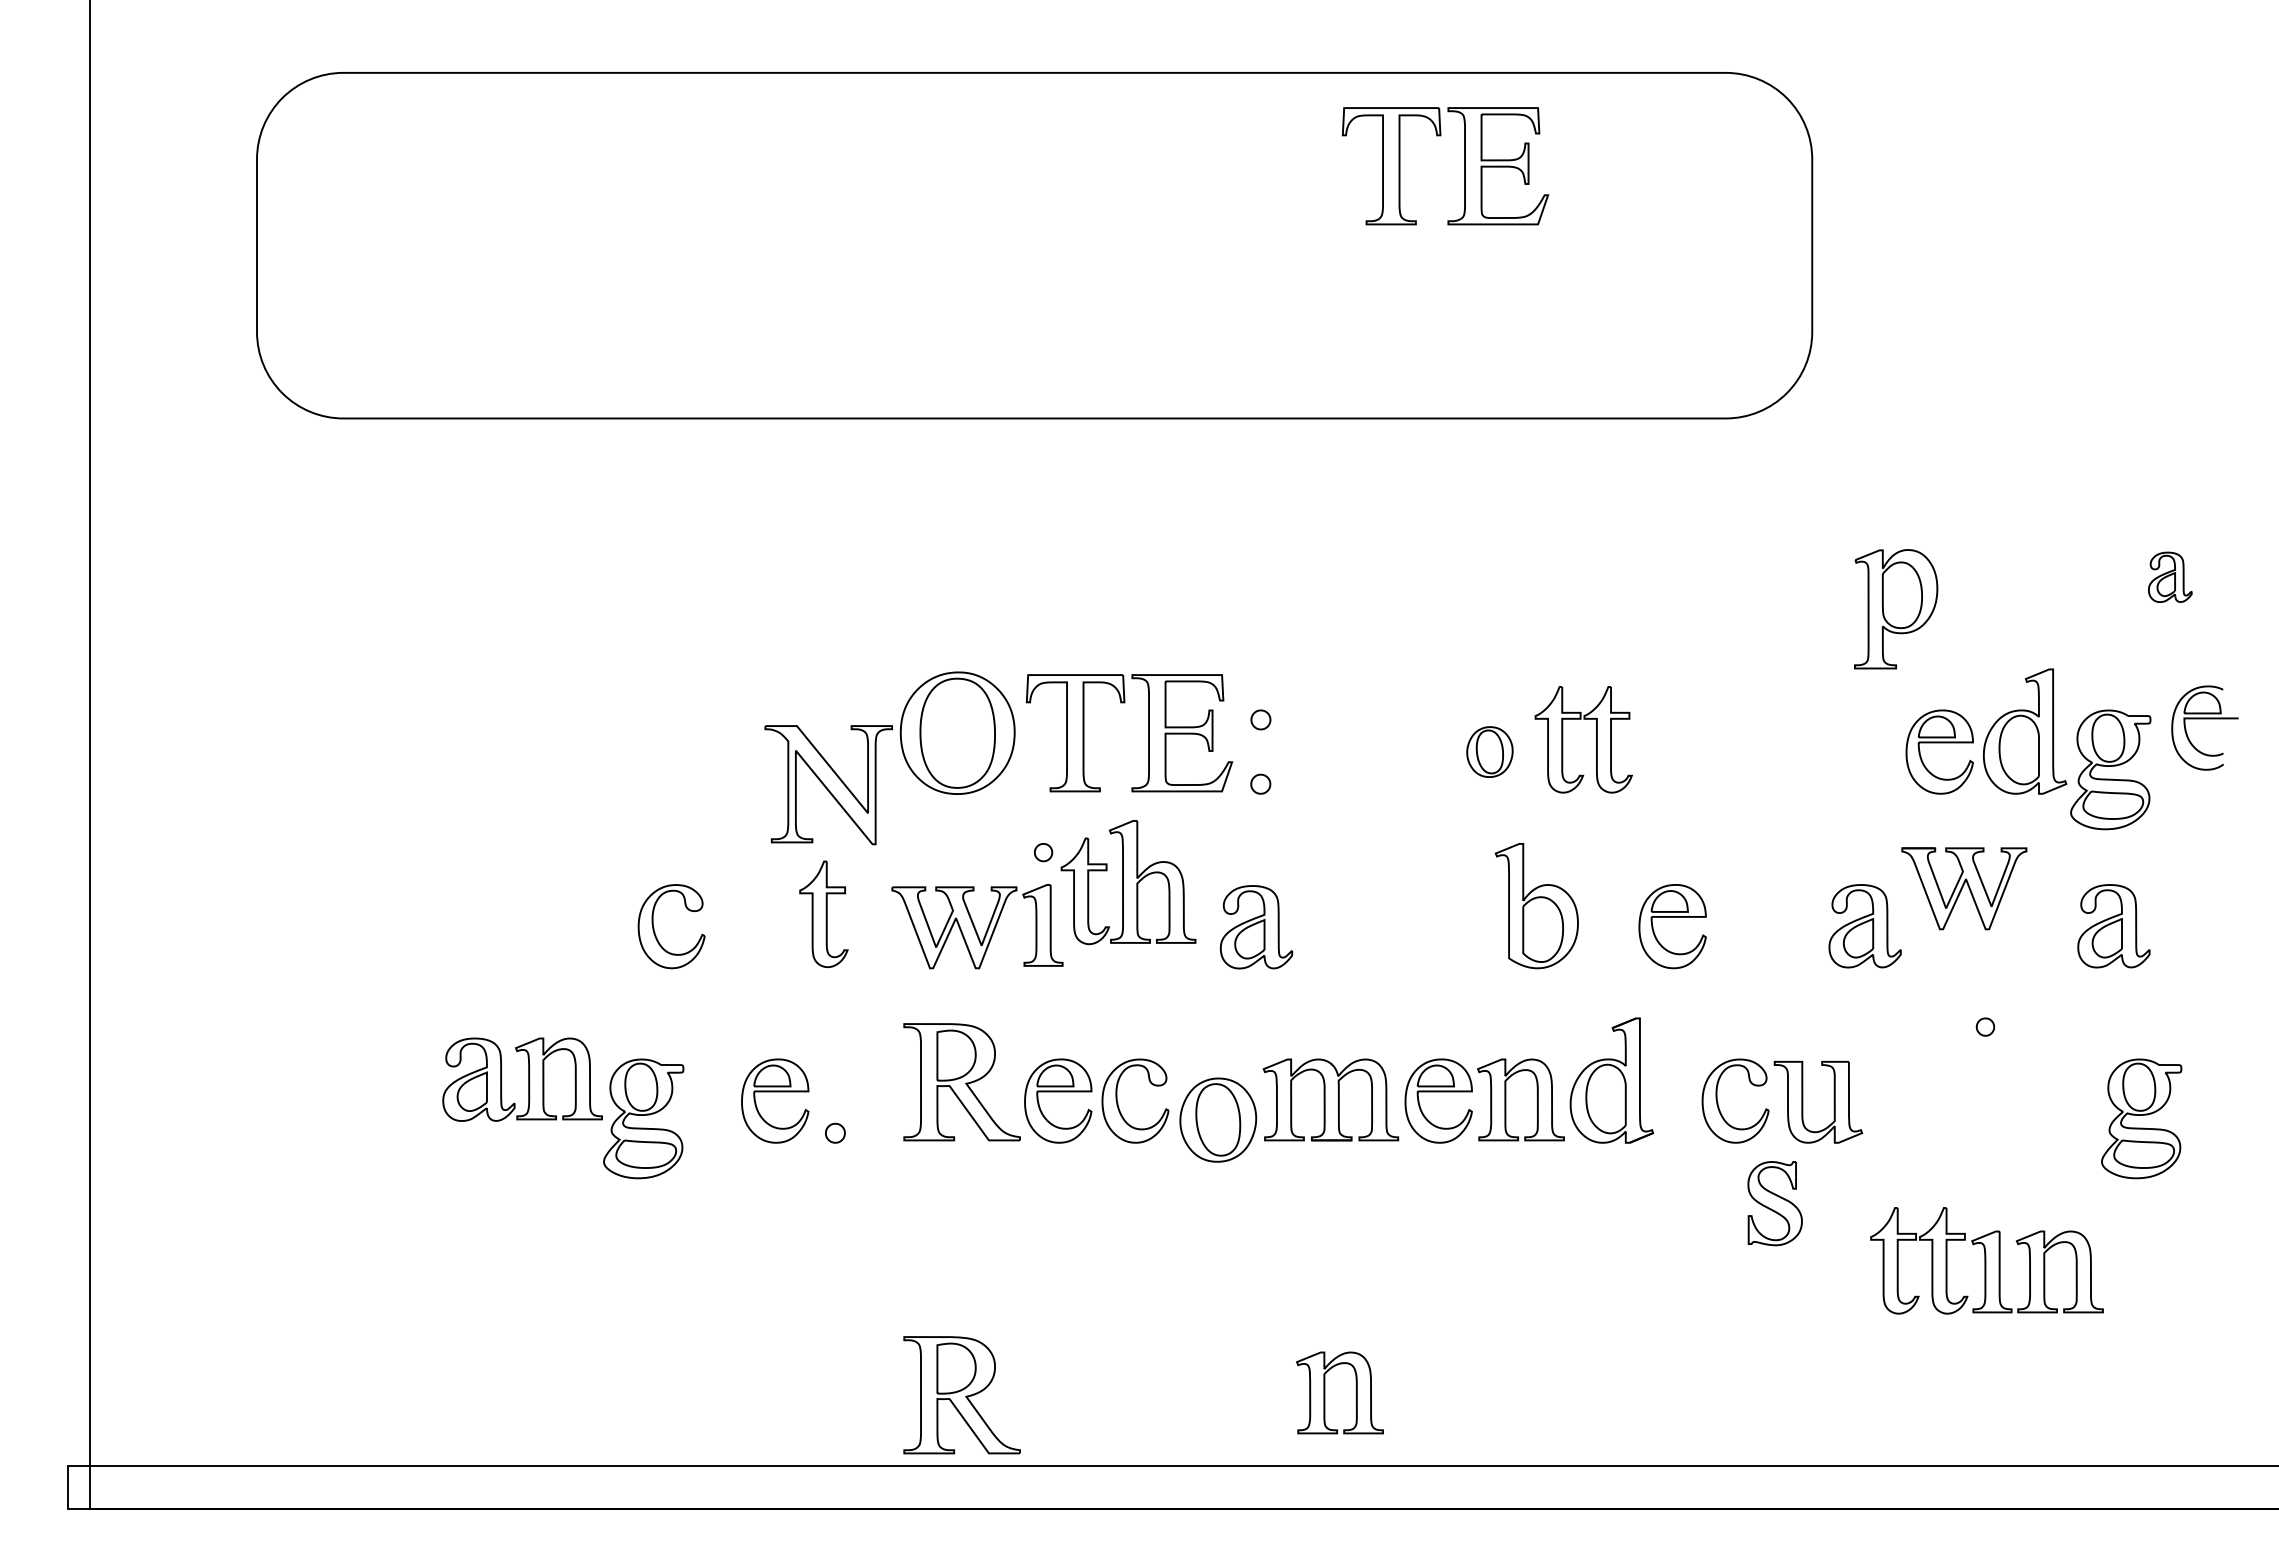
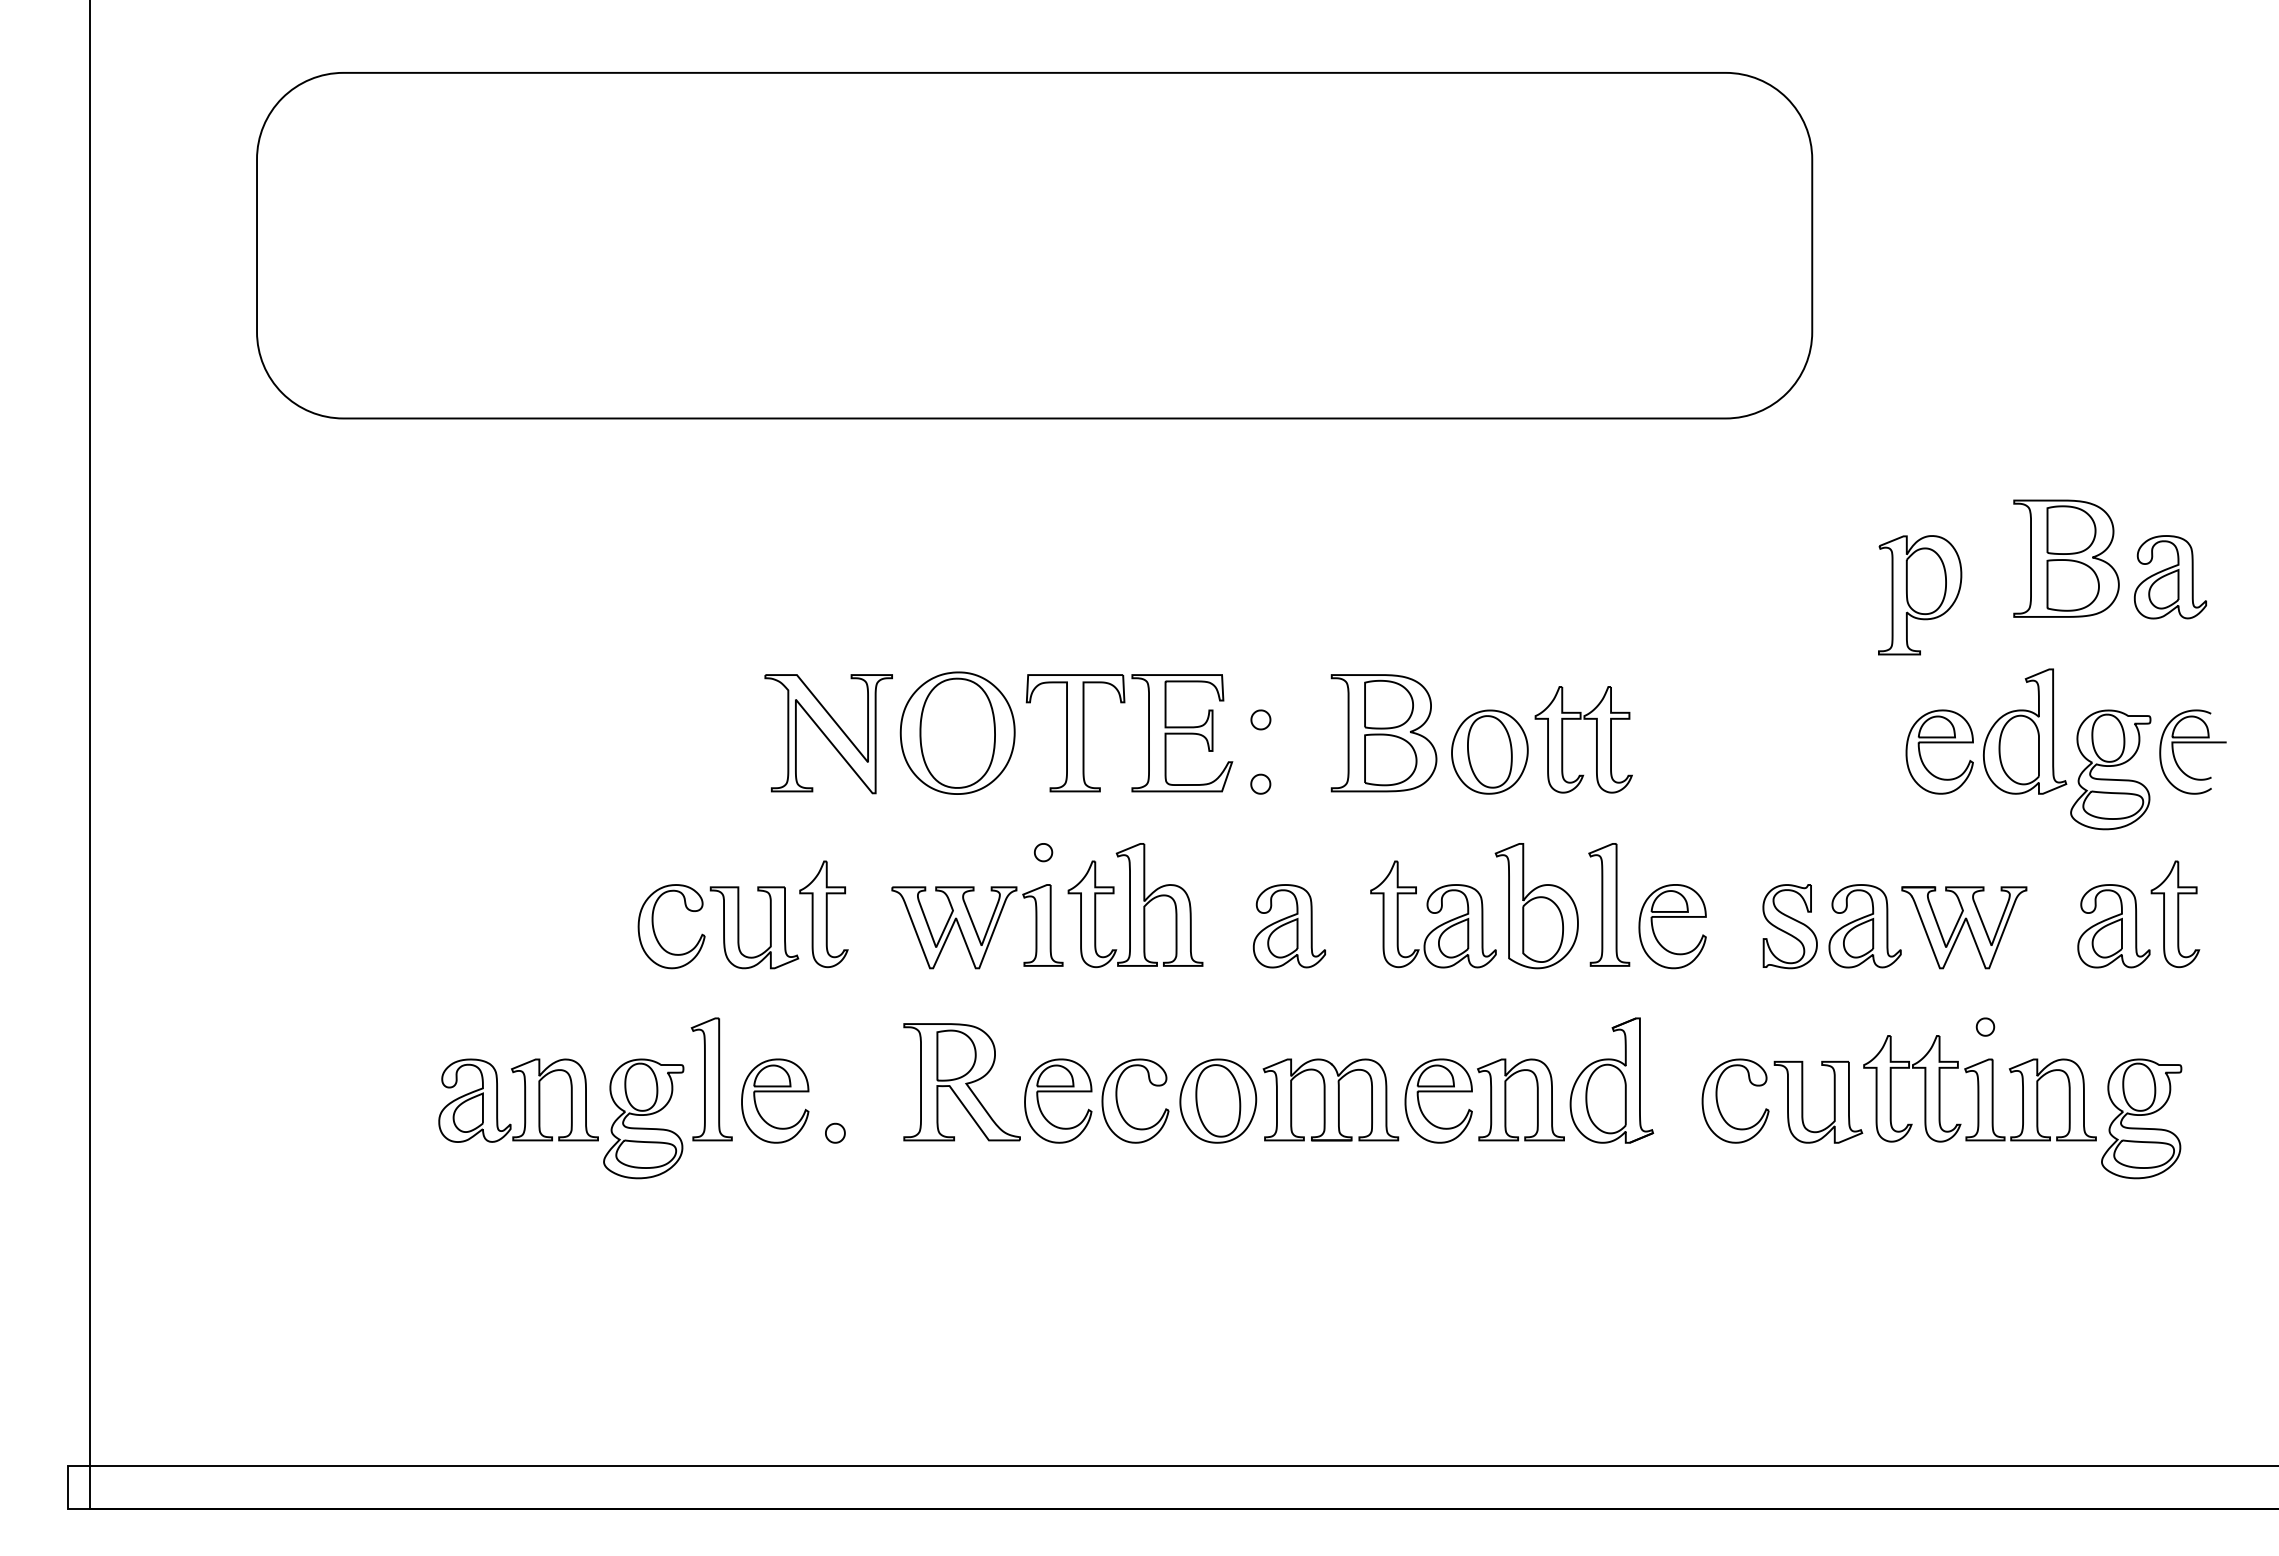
part at (1464, 166): present -> none
part at (2066, 558): none -> present
part at (2170, 576) size: 45x52 px -> 74x85 px
part at (1896, 609) position: (1896, 609) -> (1920, 595)
part at (2204, 719) position: (2204, 719) -> (2192, 743)
part at (1383, 733): none -> present
part at (1489, 751) size: 48x52 px -> 78x86 px
part at (828, 785) position: (828, 785) -> (828, 734)
part at (1128, 882) position: (1128, 882) -> (1135, 905)
part at (1964, 888) position: (1964, 888) -> (1964, 927)
part at (1609, 904): none -> present
part at (1433, 914): none -> present
part at (2175, 914): none -> present
part at (739, 927): none -> present
part at (1255, 927) position: (1255, 927) -> (1288, 926)
part at (522, 1079) position: (522, 1079) -> (518, 1100)
part at (711, 1079): none -> present
part at (1218, 1119) position: (1218, 1119) -> (1218, 1100)
part at (1774, 1203) position: (1774, 1203) -> (1789, 926)
part at (1986, 1260) position: (1986, 1260) -> (1979, 1088)
part at (1325, 1392): present -> none
part at (961, 1395): present -> none
